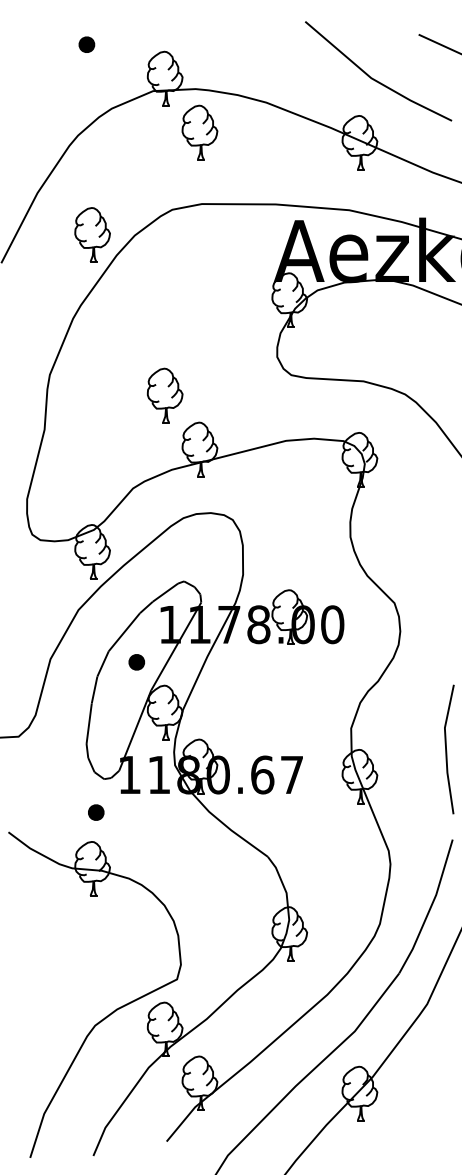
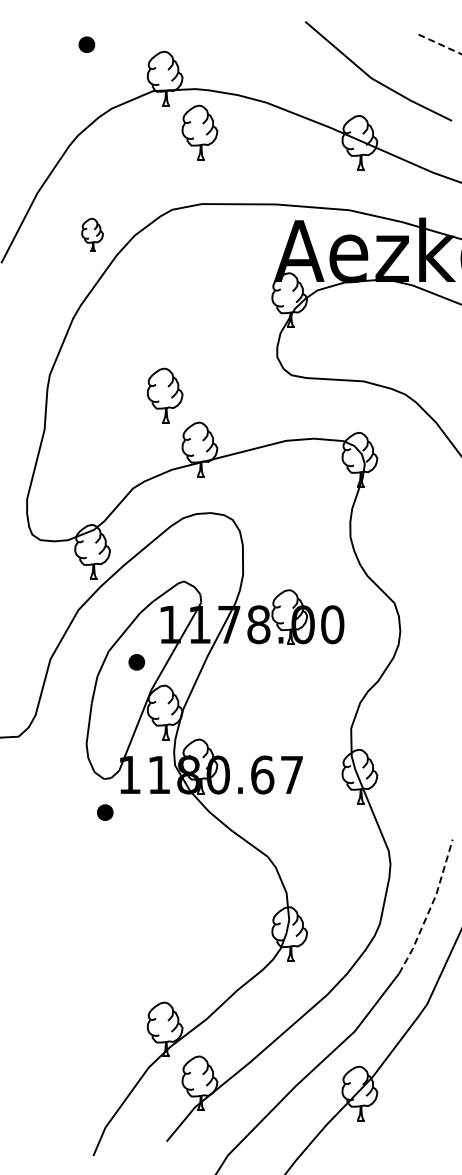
line at (439, 44): solid -> dashed
part at (92, 234) size: 37x56 px -> 23x35 px
line at (447, 750): present -> none
part at (96, 812) position: (96, 812) -> (105, 812)
line at (430, 908): solid -> dashed
part at (109, 1013): present -> none
